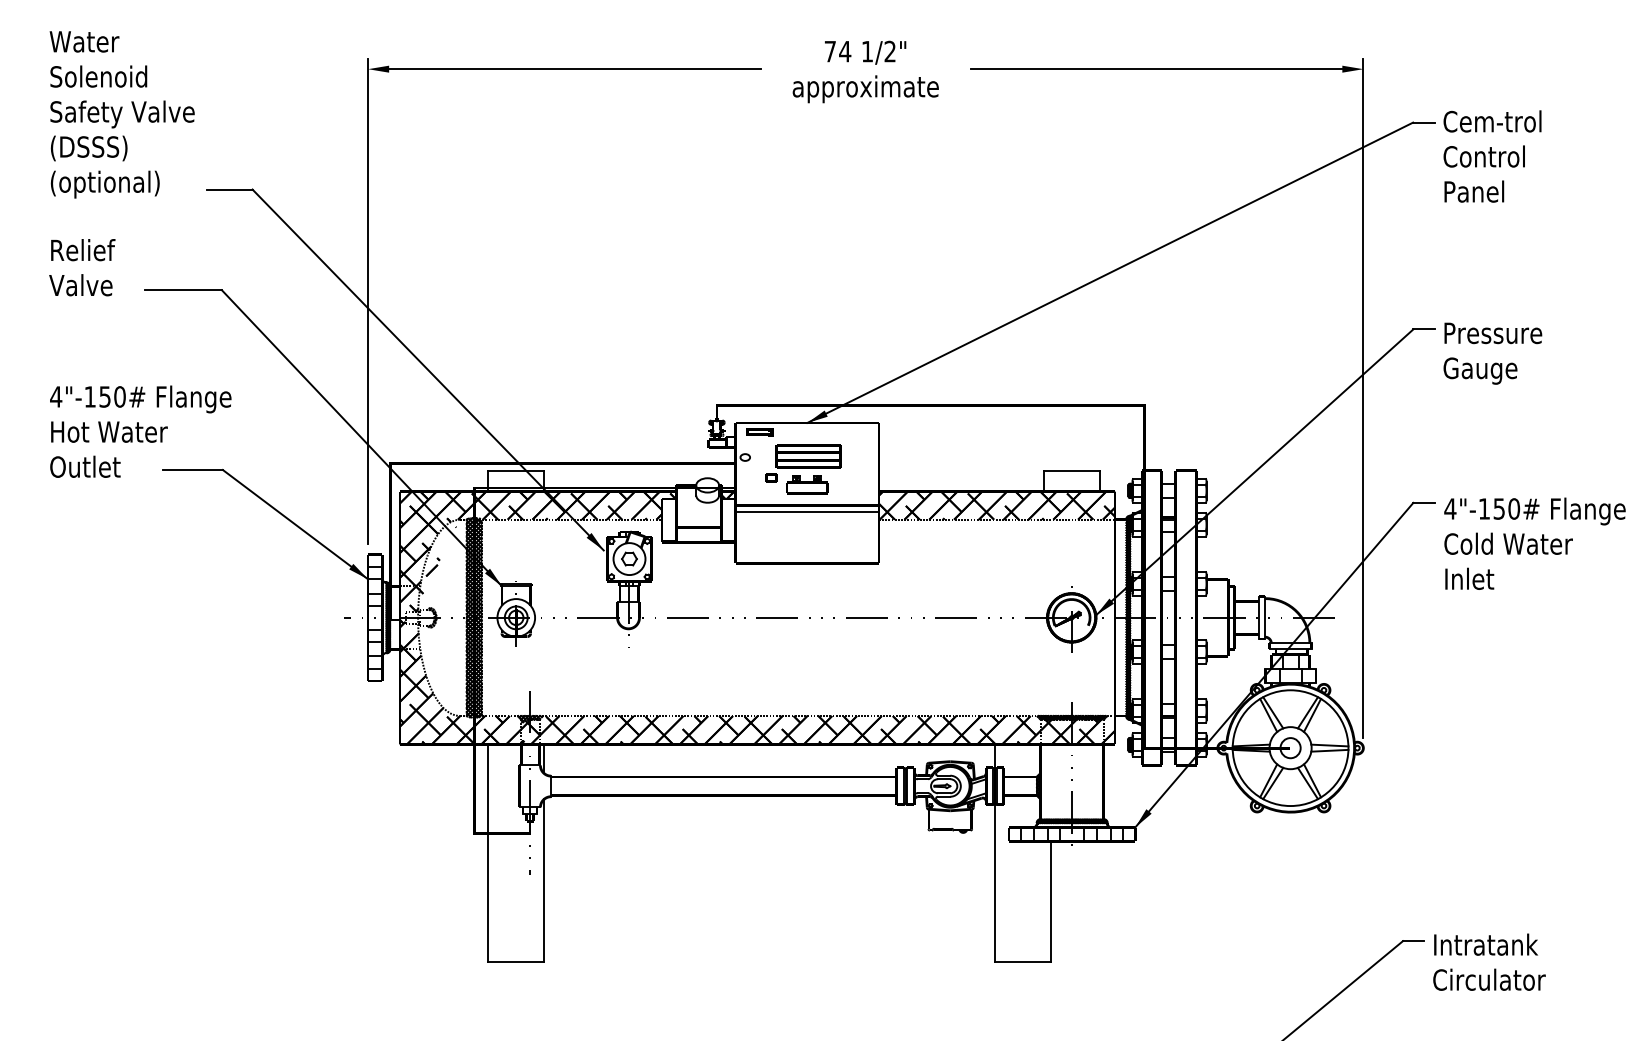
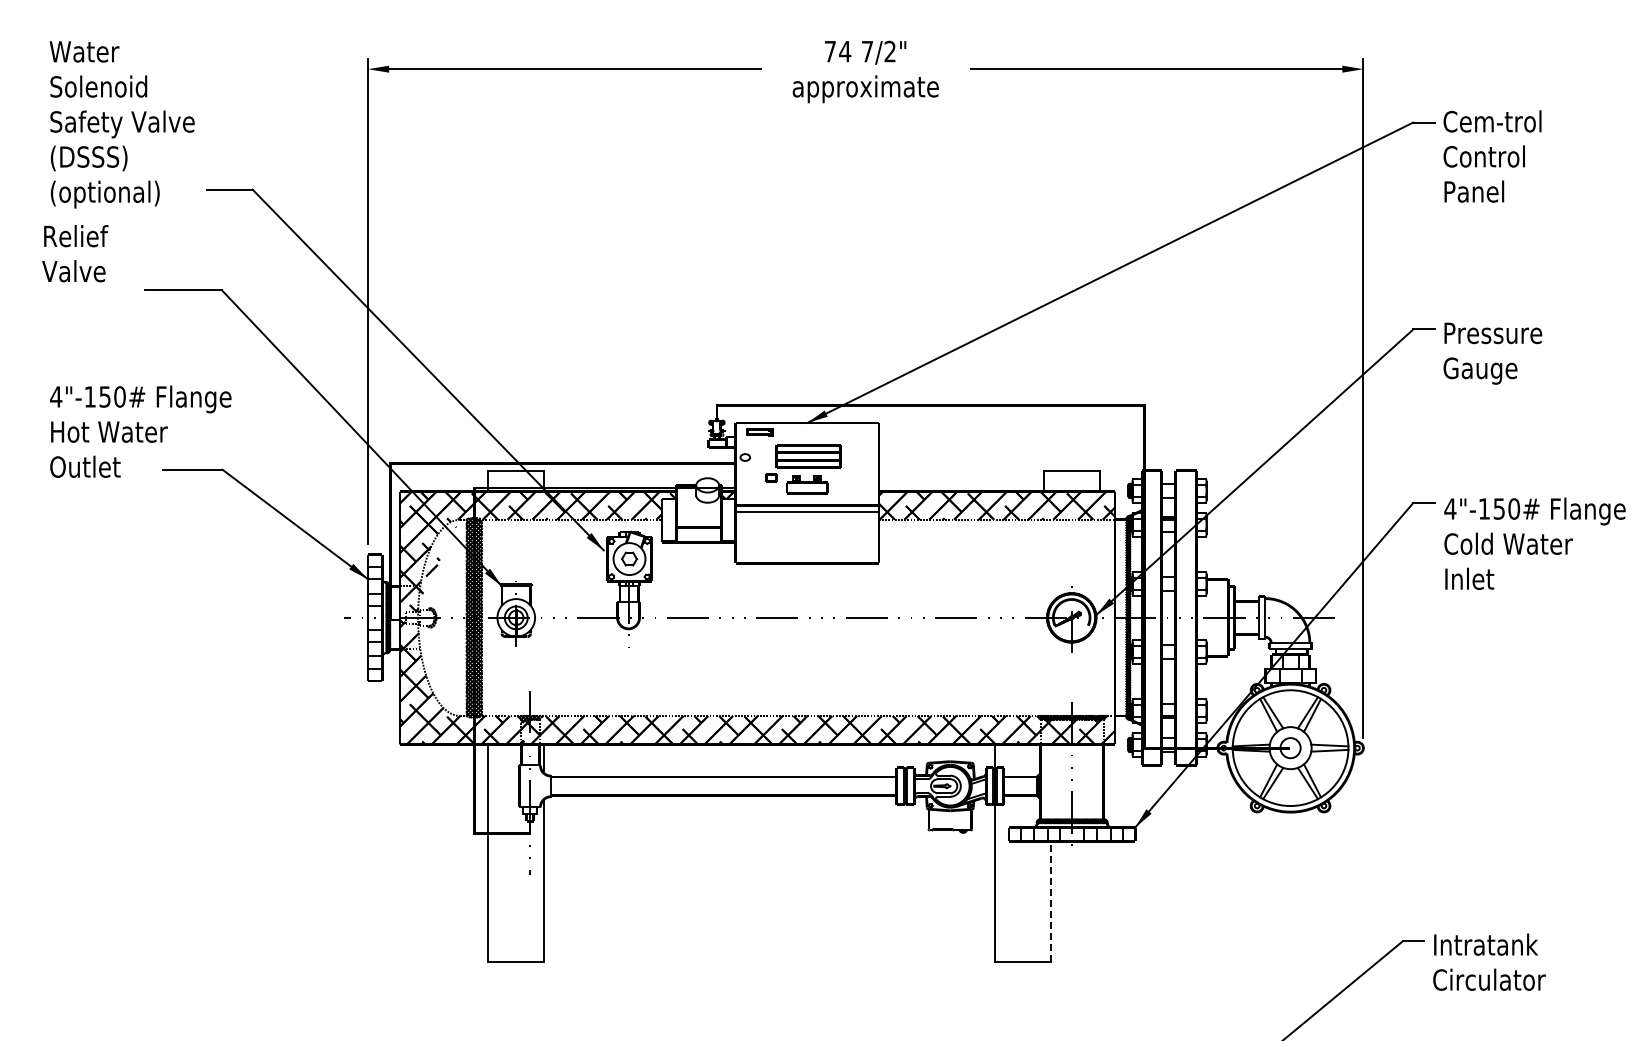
text at (867, 51): 1/2" -> 7/2"
text at (121, 114) position: (121, 114) -> (121, 124)
text at (82, 267) position: (82, 267) -> (75, 253)
line at (1051, 901): solid -> dashed
